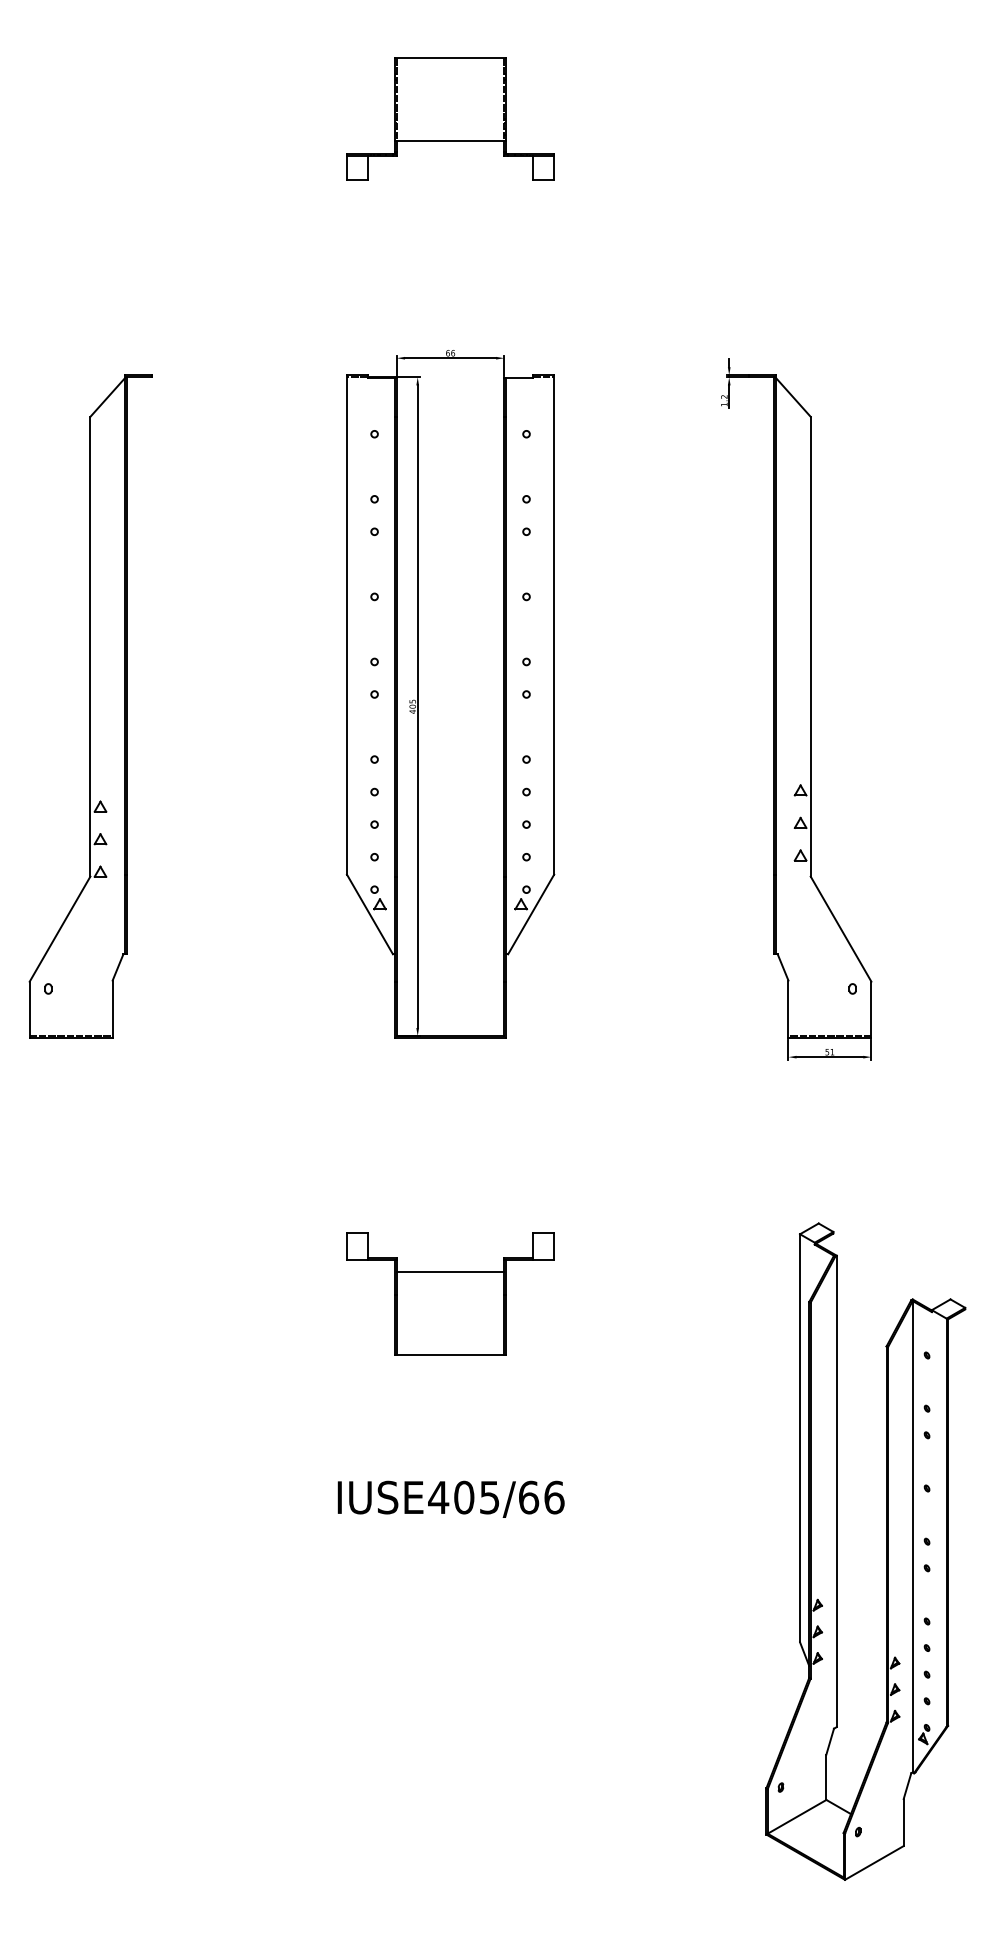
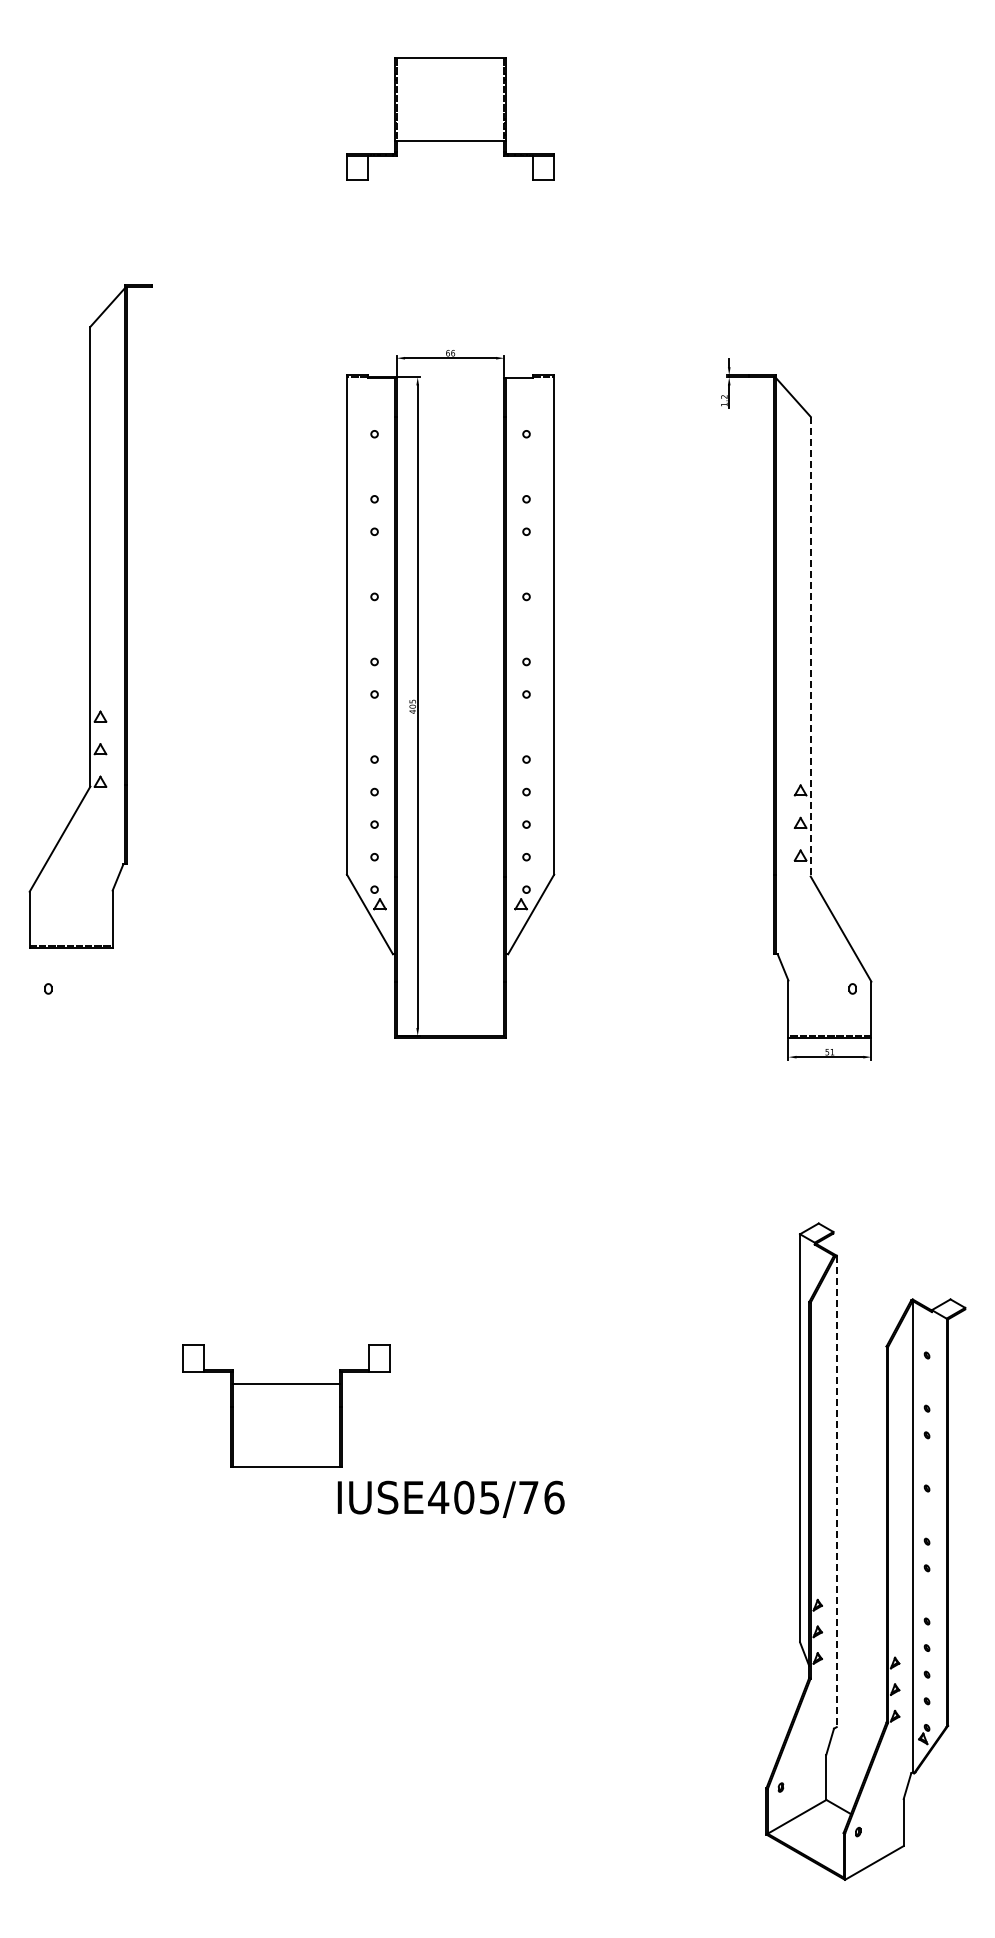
line at (810, 646): solid -> dashed
part at (90, 706) position: (90, 706) -> (90, 616)
part at (450, 1293) position: (450, 1293) -> (286, 1405)
line at (836, 1491): solid -> dashed
text at (529, 1497): IUSE405/66 -> IUSE405/76
